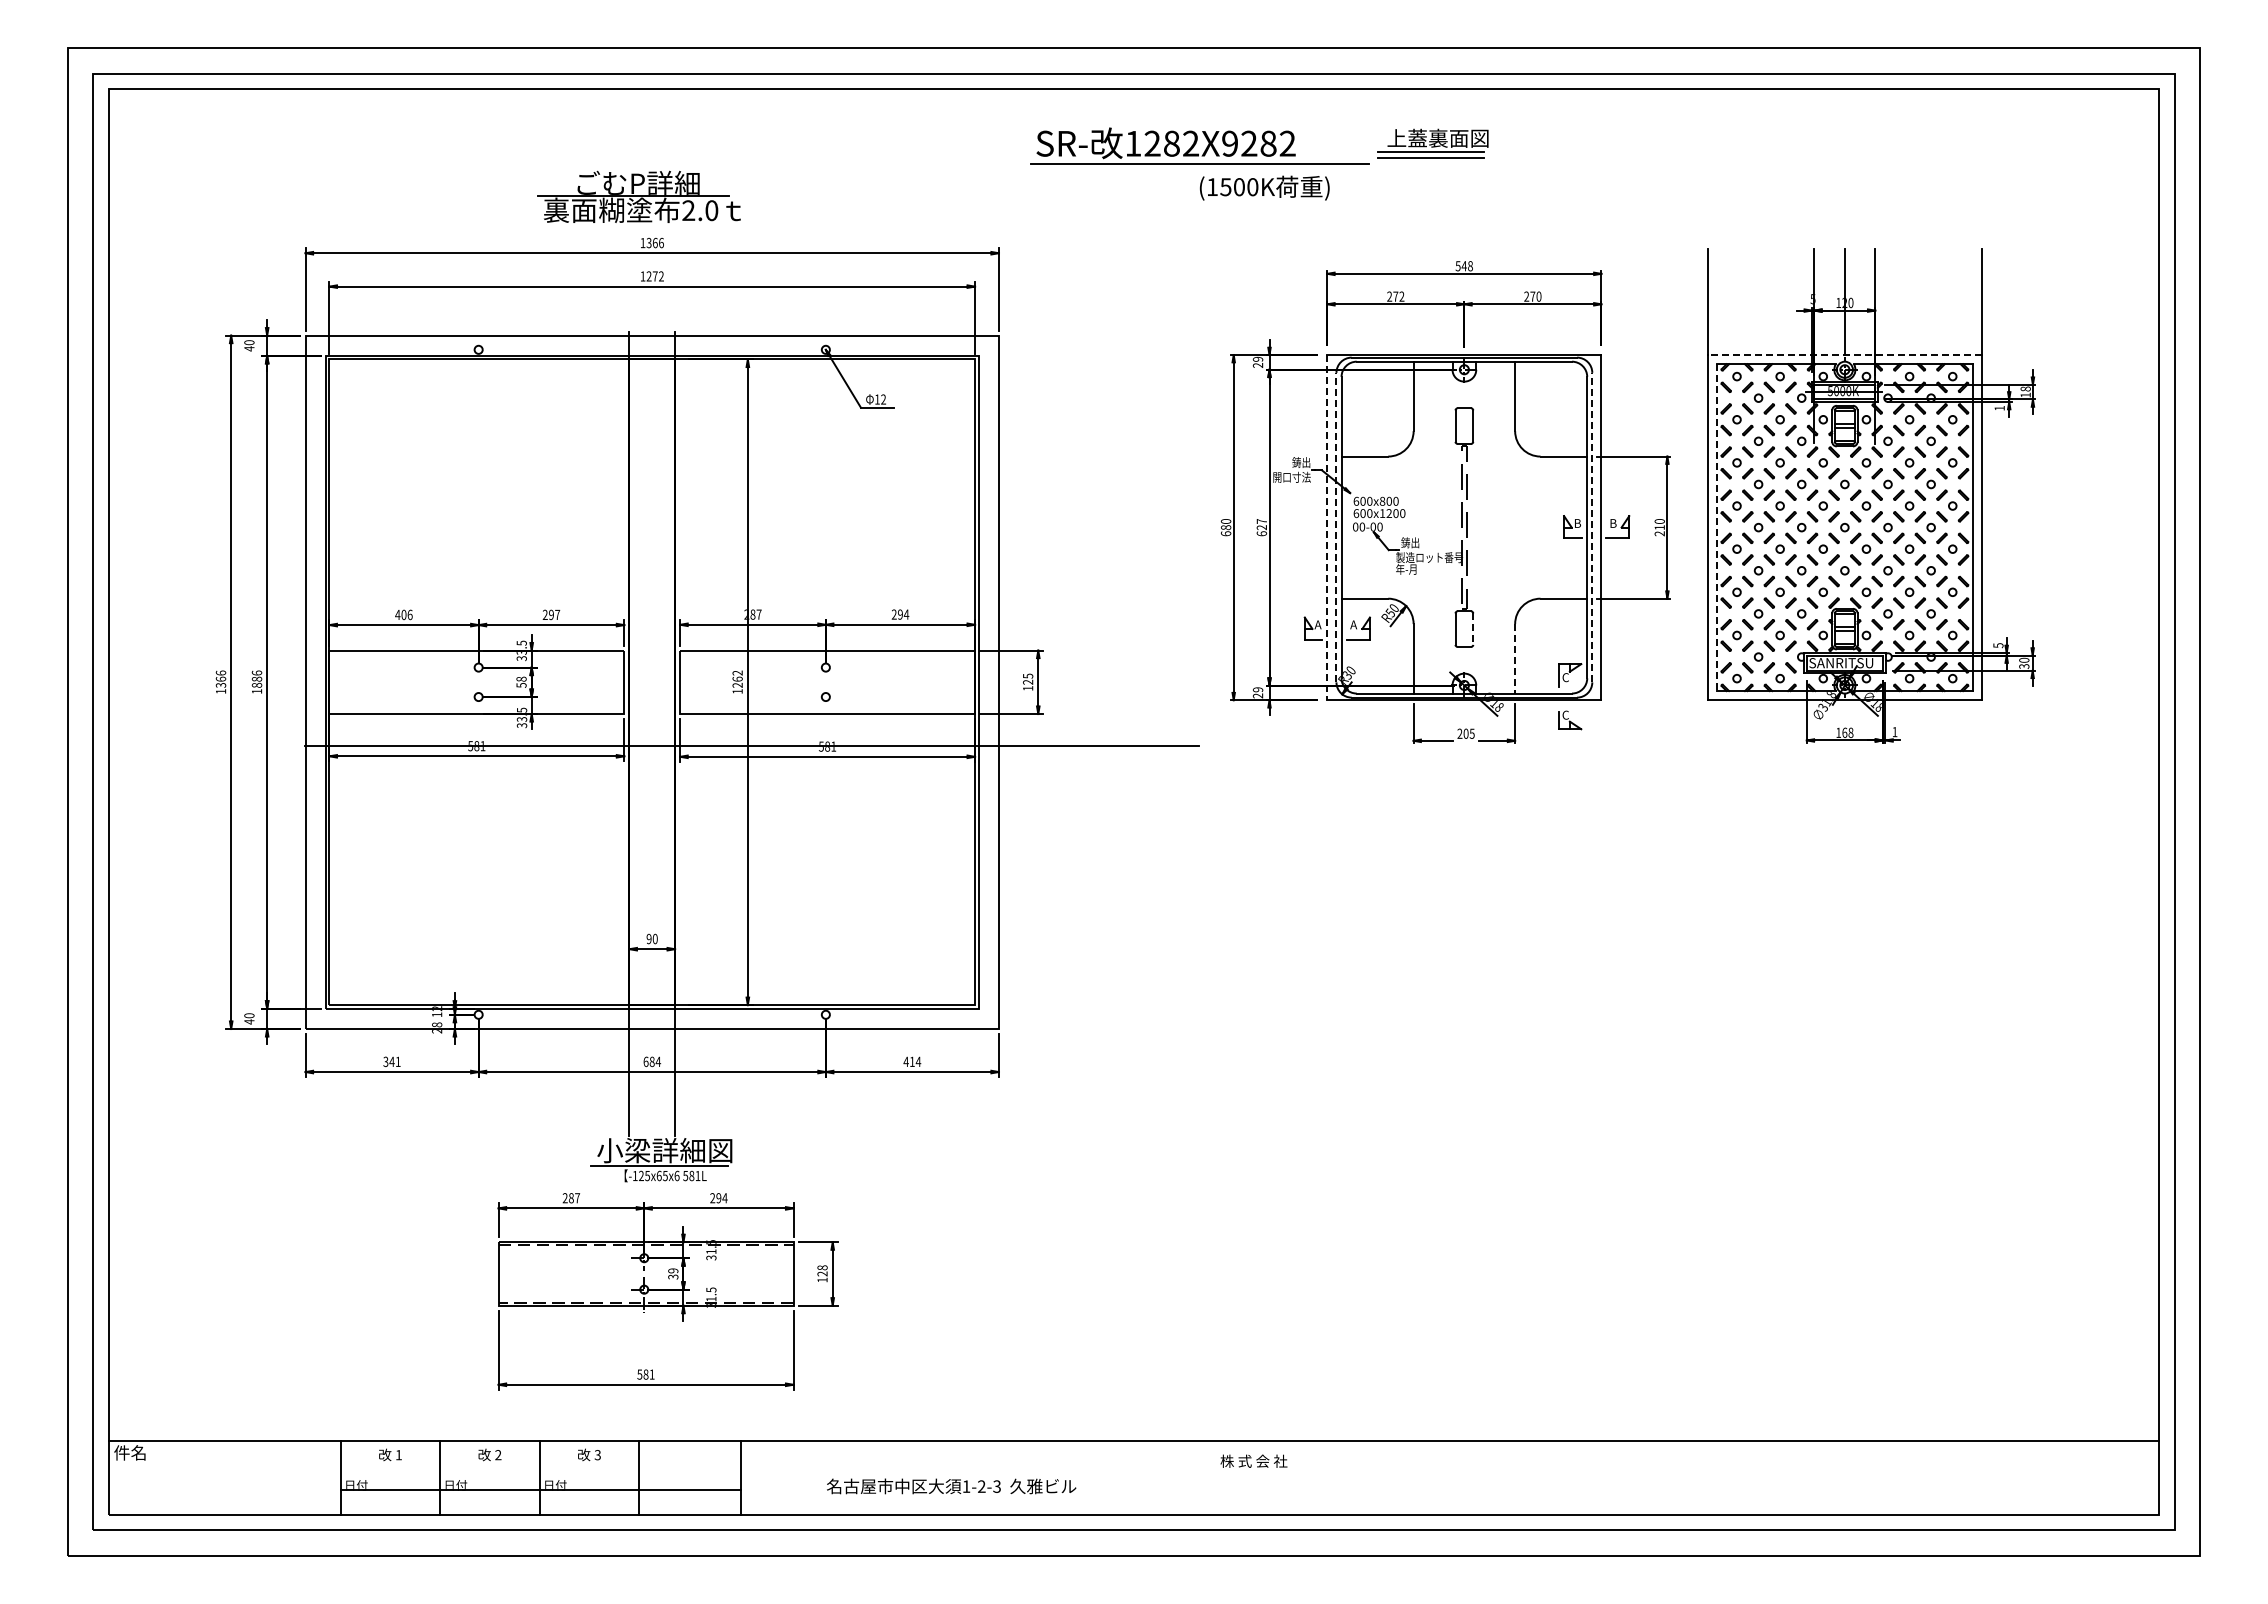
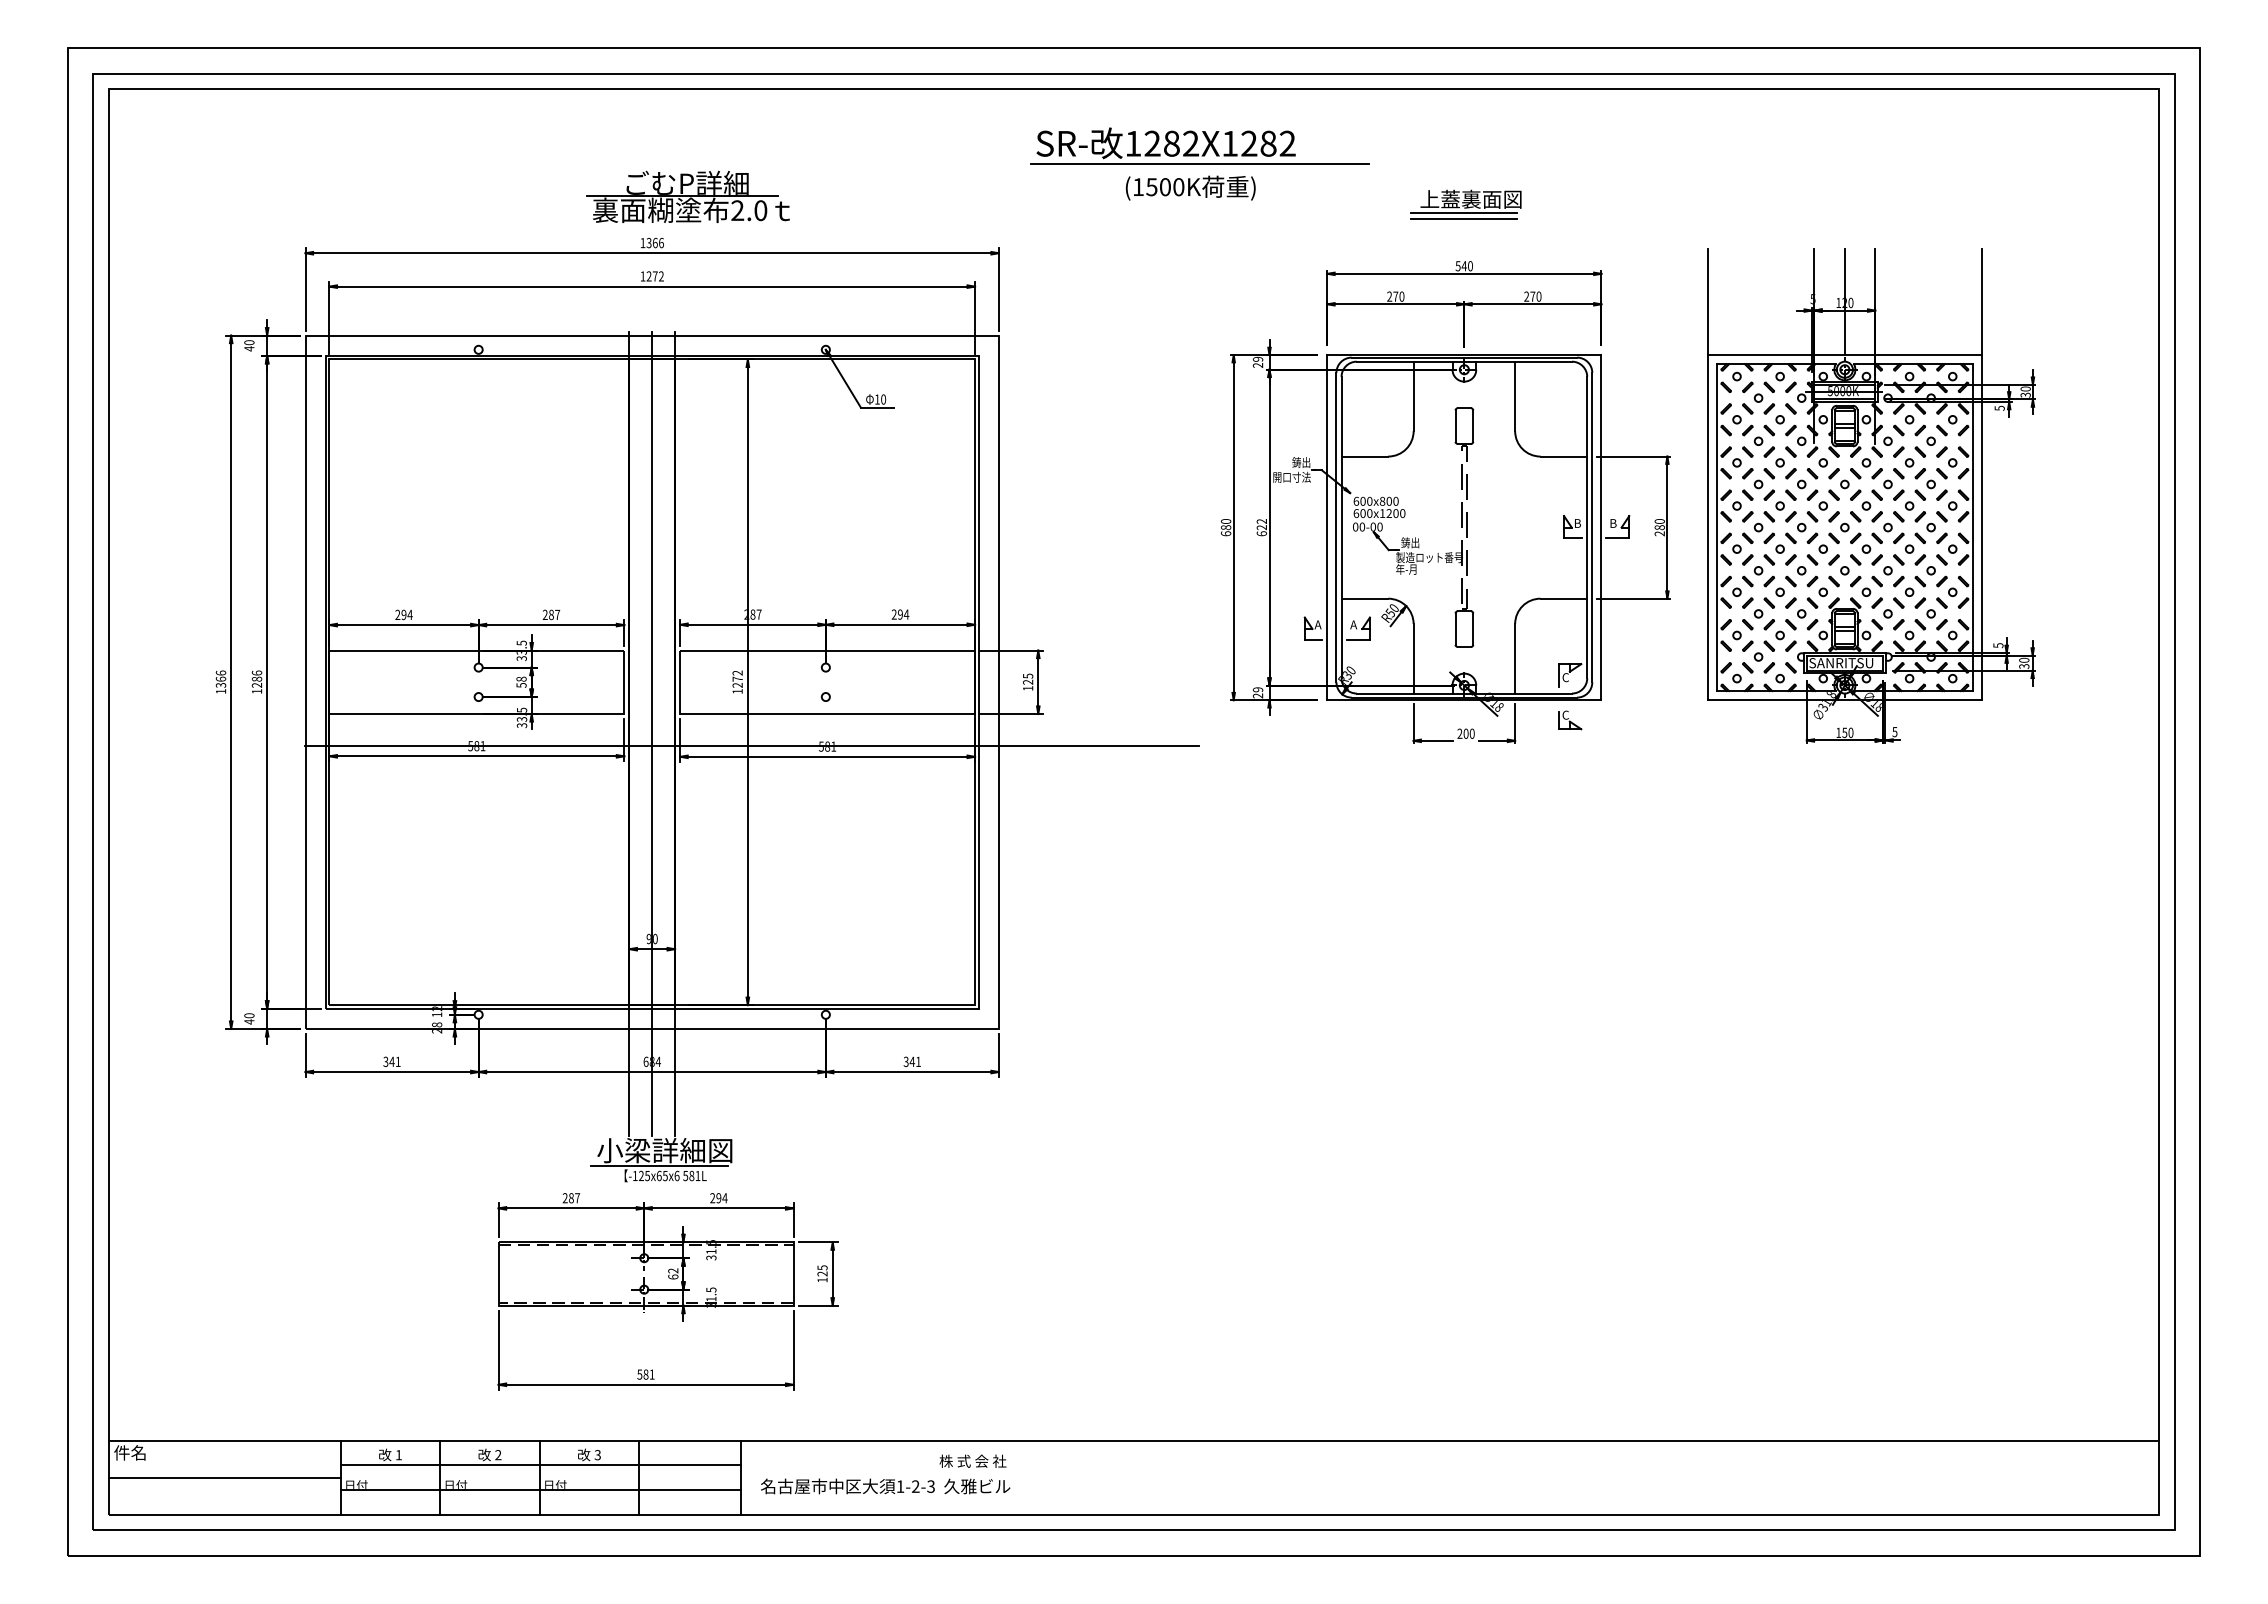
text at (1229, 143): 1282X9282 -> 1282X1282
part at (1432, 143) position: (1432, 143) -> (1465, 204)
text at (1264, 187) position: (1264, 187) -> (1190, 187)
part at (638, 196) position: (638, 196) -> (687, 196)
text at (1470, 266): 548 -> 540
text at (1401, 296): 272 -> 270
line at (1844, 355): dashed -> solid
text at (2025, 391): 18 -> 30
text at (883, 399): 12 -> 10
text at (1999, 407): 1 -> 5
text at (1261, 521): 627 -> 622
line at (1327, 527): dashed -> solid
line at (1336, 527): dashed -> solid
line at (1592, 527): dashed -> solid
text at (1659, 527): 210 -> 280
line at (1716, 528): dashed -> solid
text at (403, 614): 406 -> 294
text at (551, 614): 297 -> 287
line at (1473, 629): dashed -> solid
line at (1515, 658): dashed -> solid
text at (737, 678): 1262 -> 1272
text at (257, 684): 1886 -> 1286
text at (1847, 732): 168 -> 150
text at (1894, 732): 1 -> 5
line at (652, 733): none -> present
text at (1471, 733): 205 -> 200
text at (912, 1061): 414 -> 341
text at (822, 1267): 128 -> 125
text at (673, 1273): 39 -> 62
text at (1253, 1460) position: (1253, 1460) -> (972, 1460)
line at (540, 1465): none -> present
line at (224, 1477): none -> present
text at (951, 1486) position: (951, 1486) -> (885, 1486)
